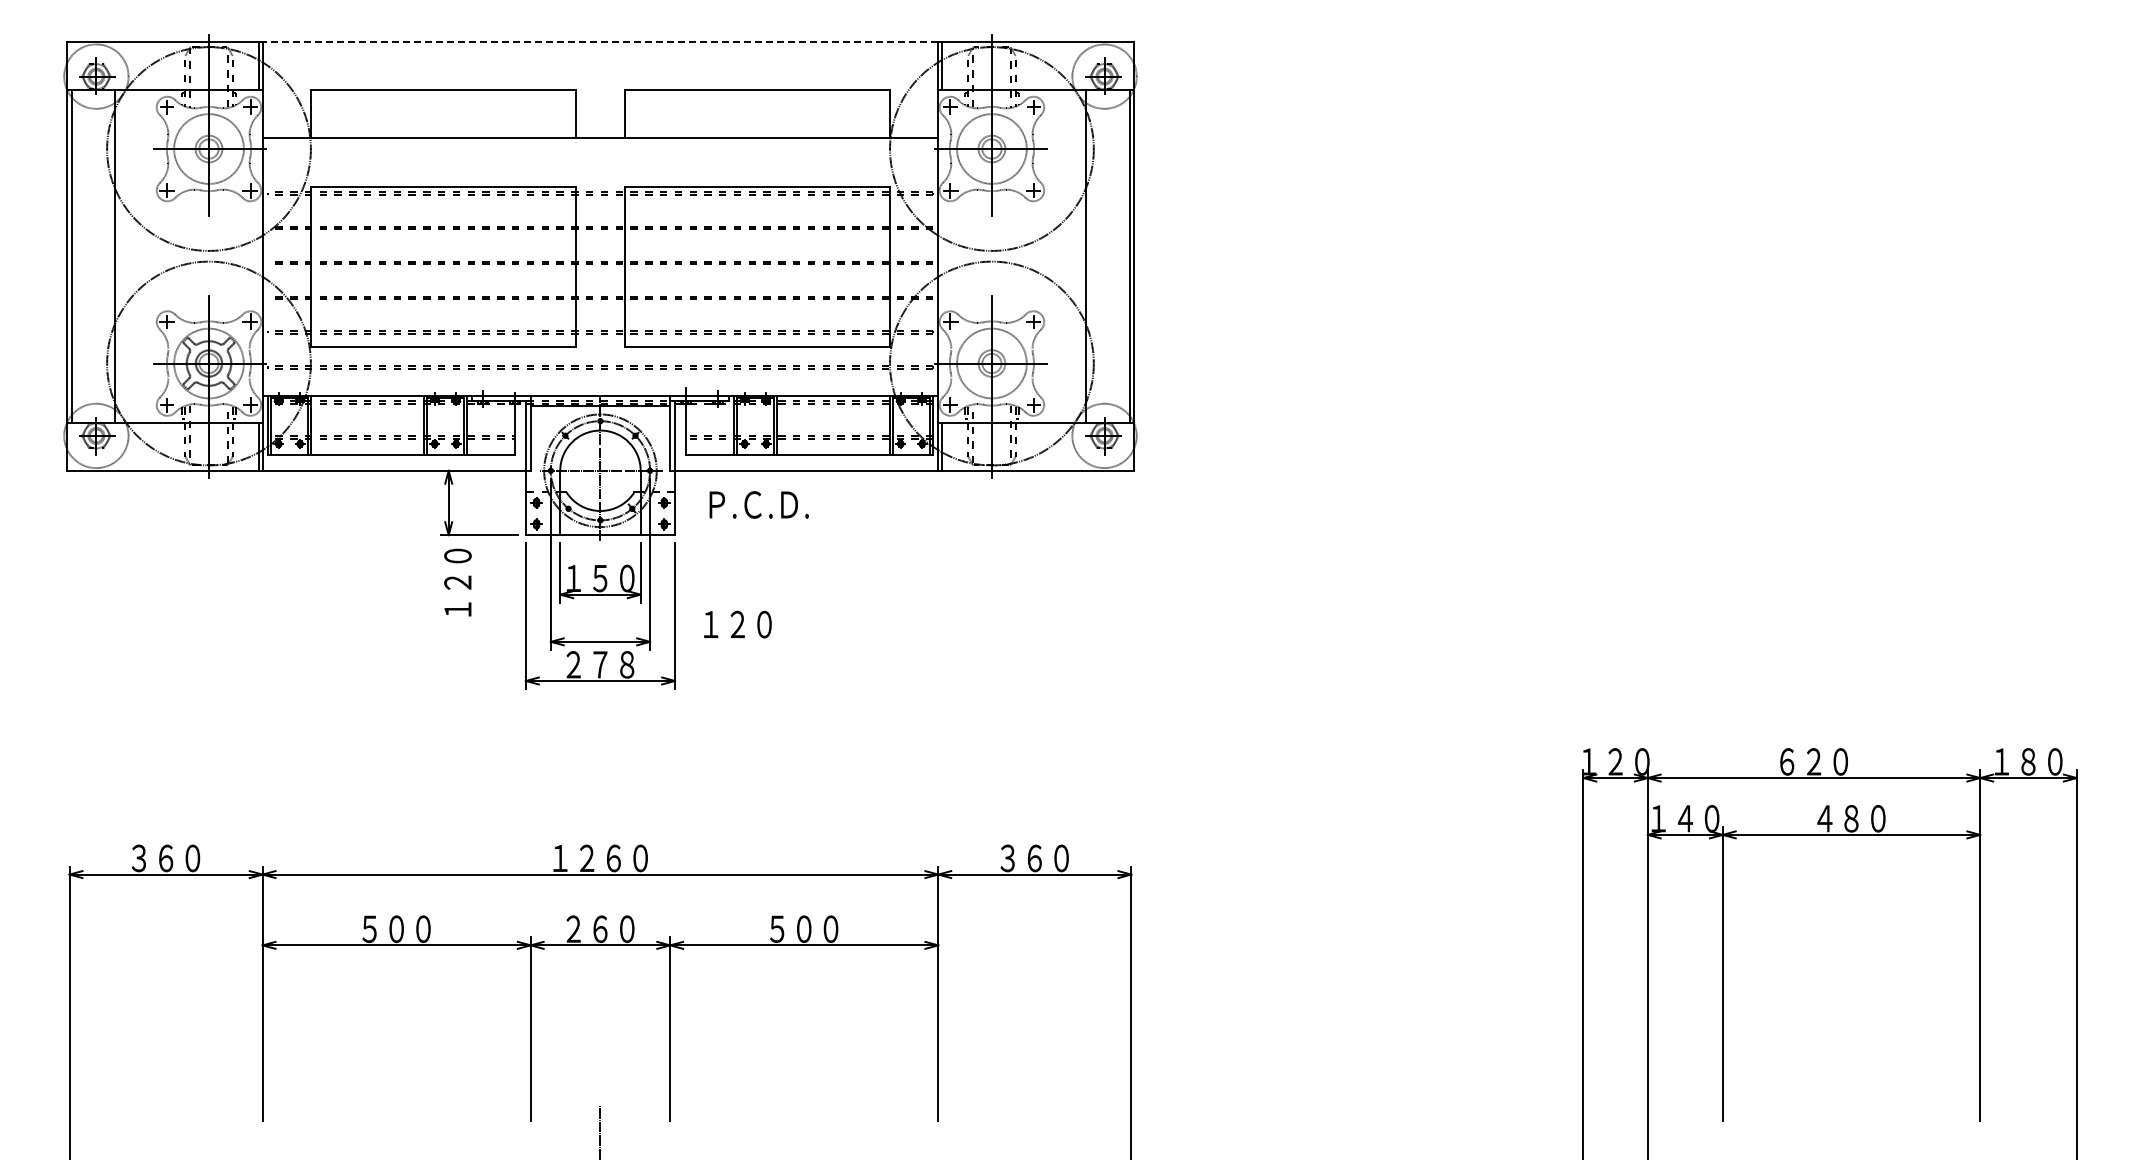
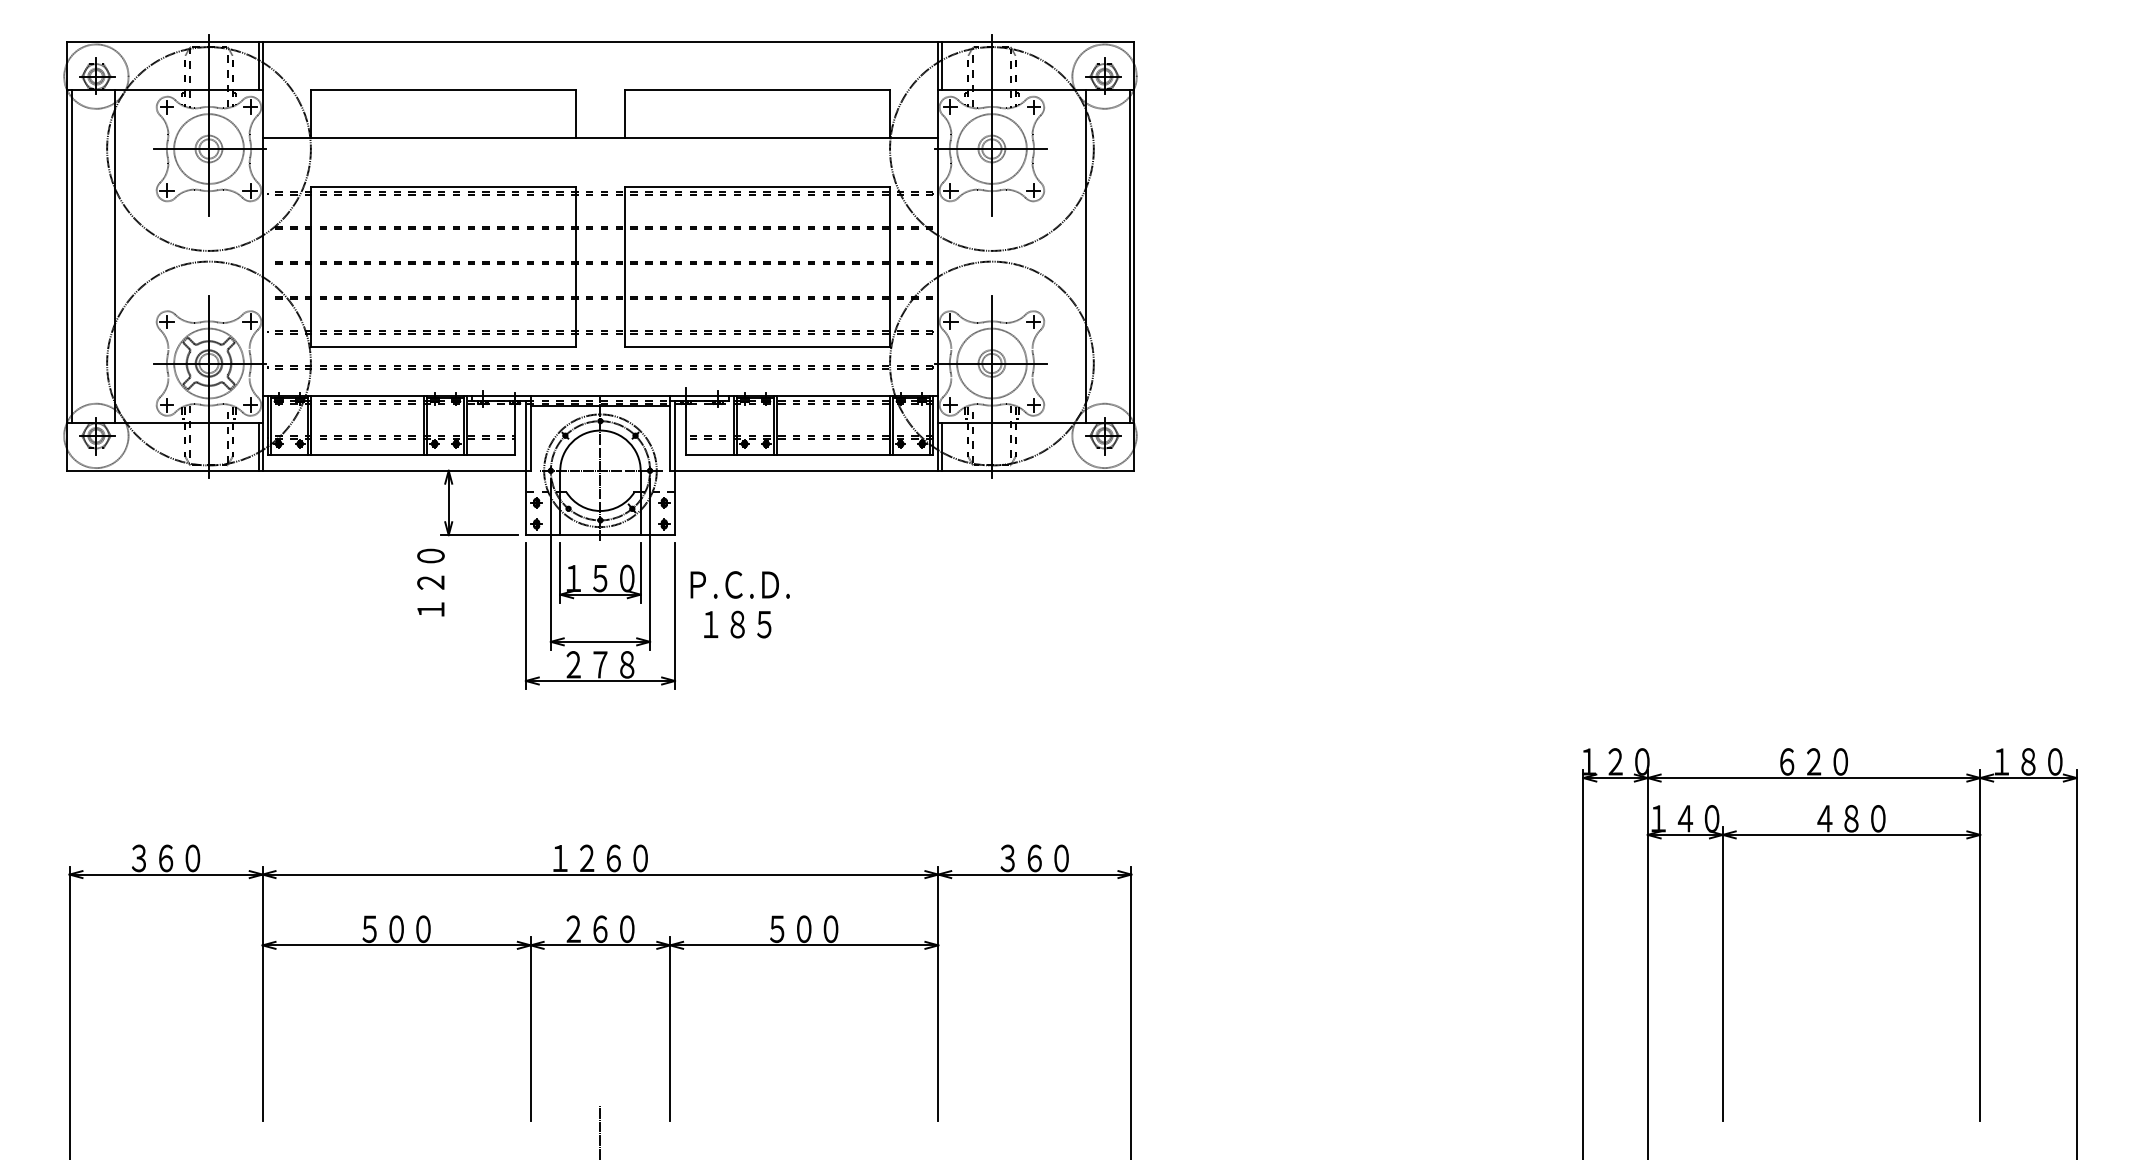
line at (600, 41): dashed -> solid
text at (758, 504) position: (758, 504) -> (739, 584)
text at (457, 582) position: (457, 582) -> (430, 582)
text at (750, 624): １２０ -> １８５
